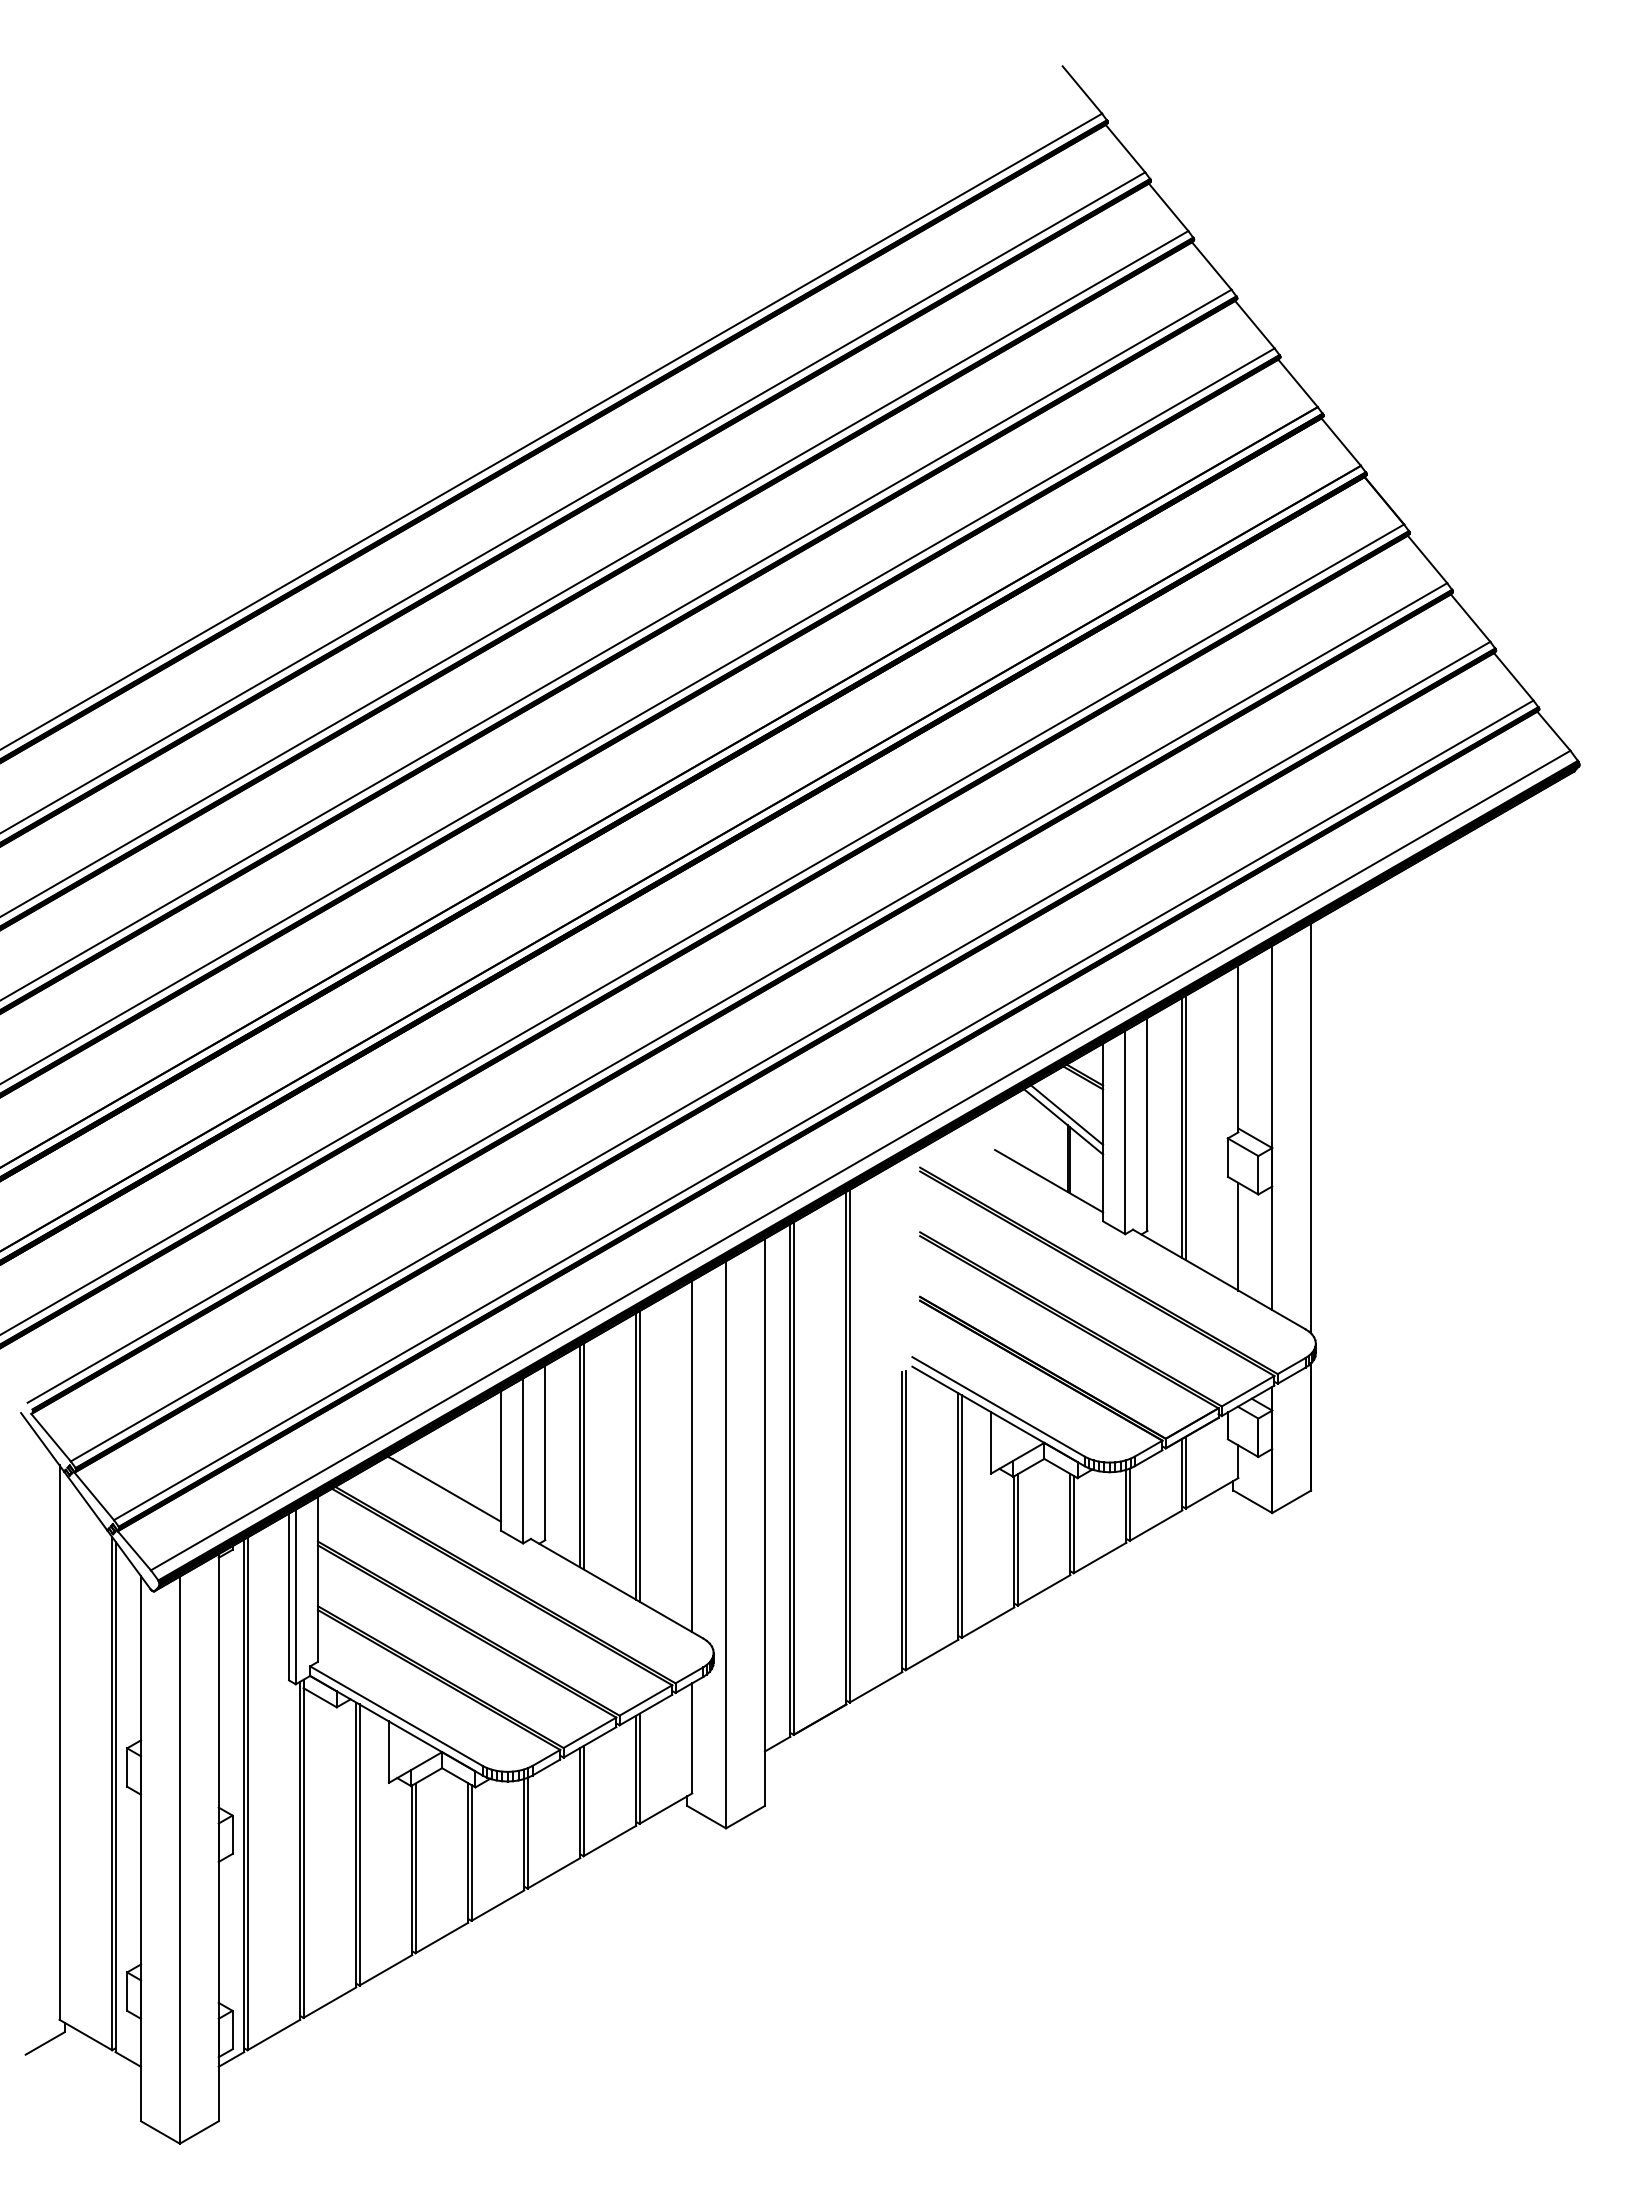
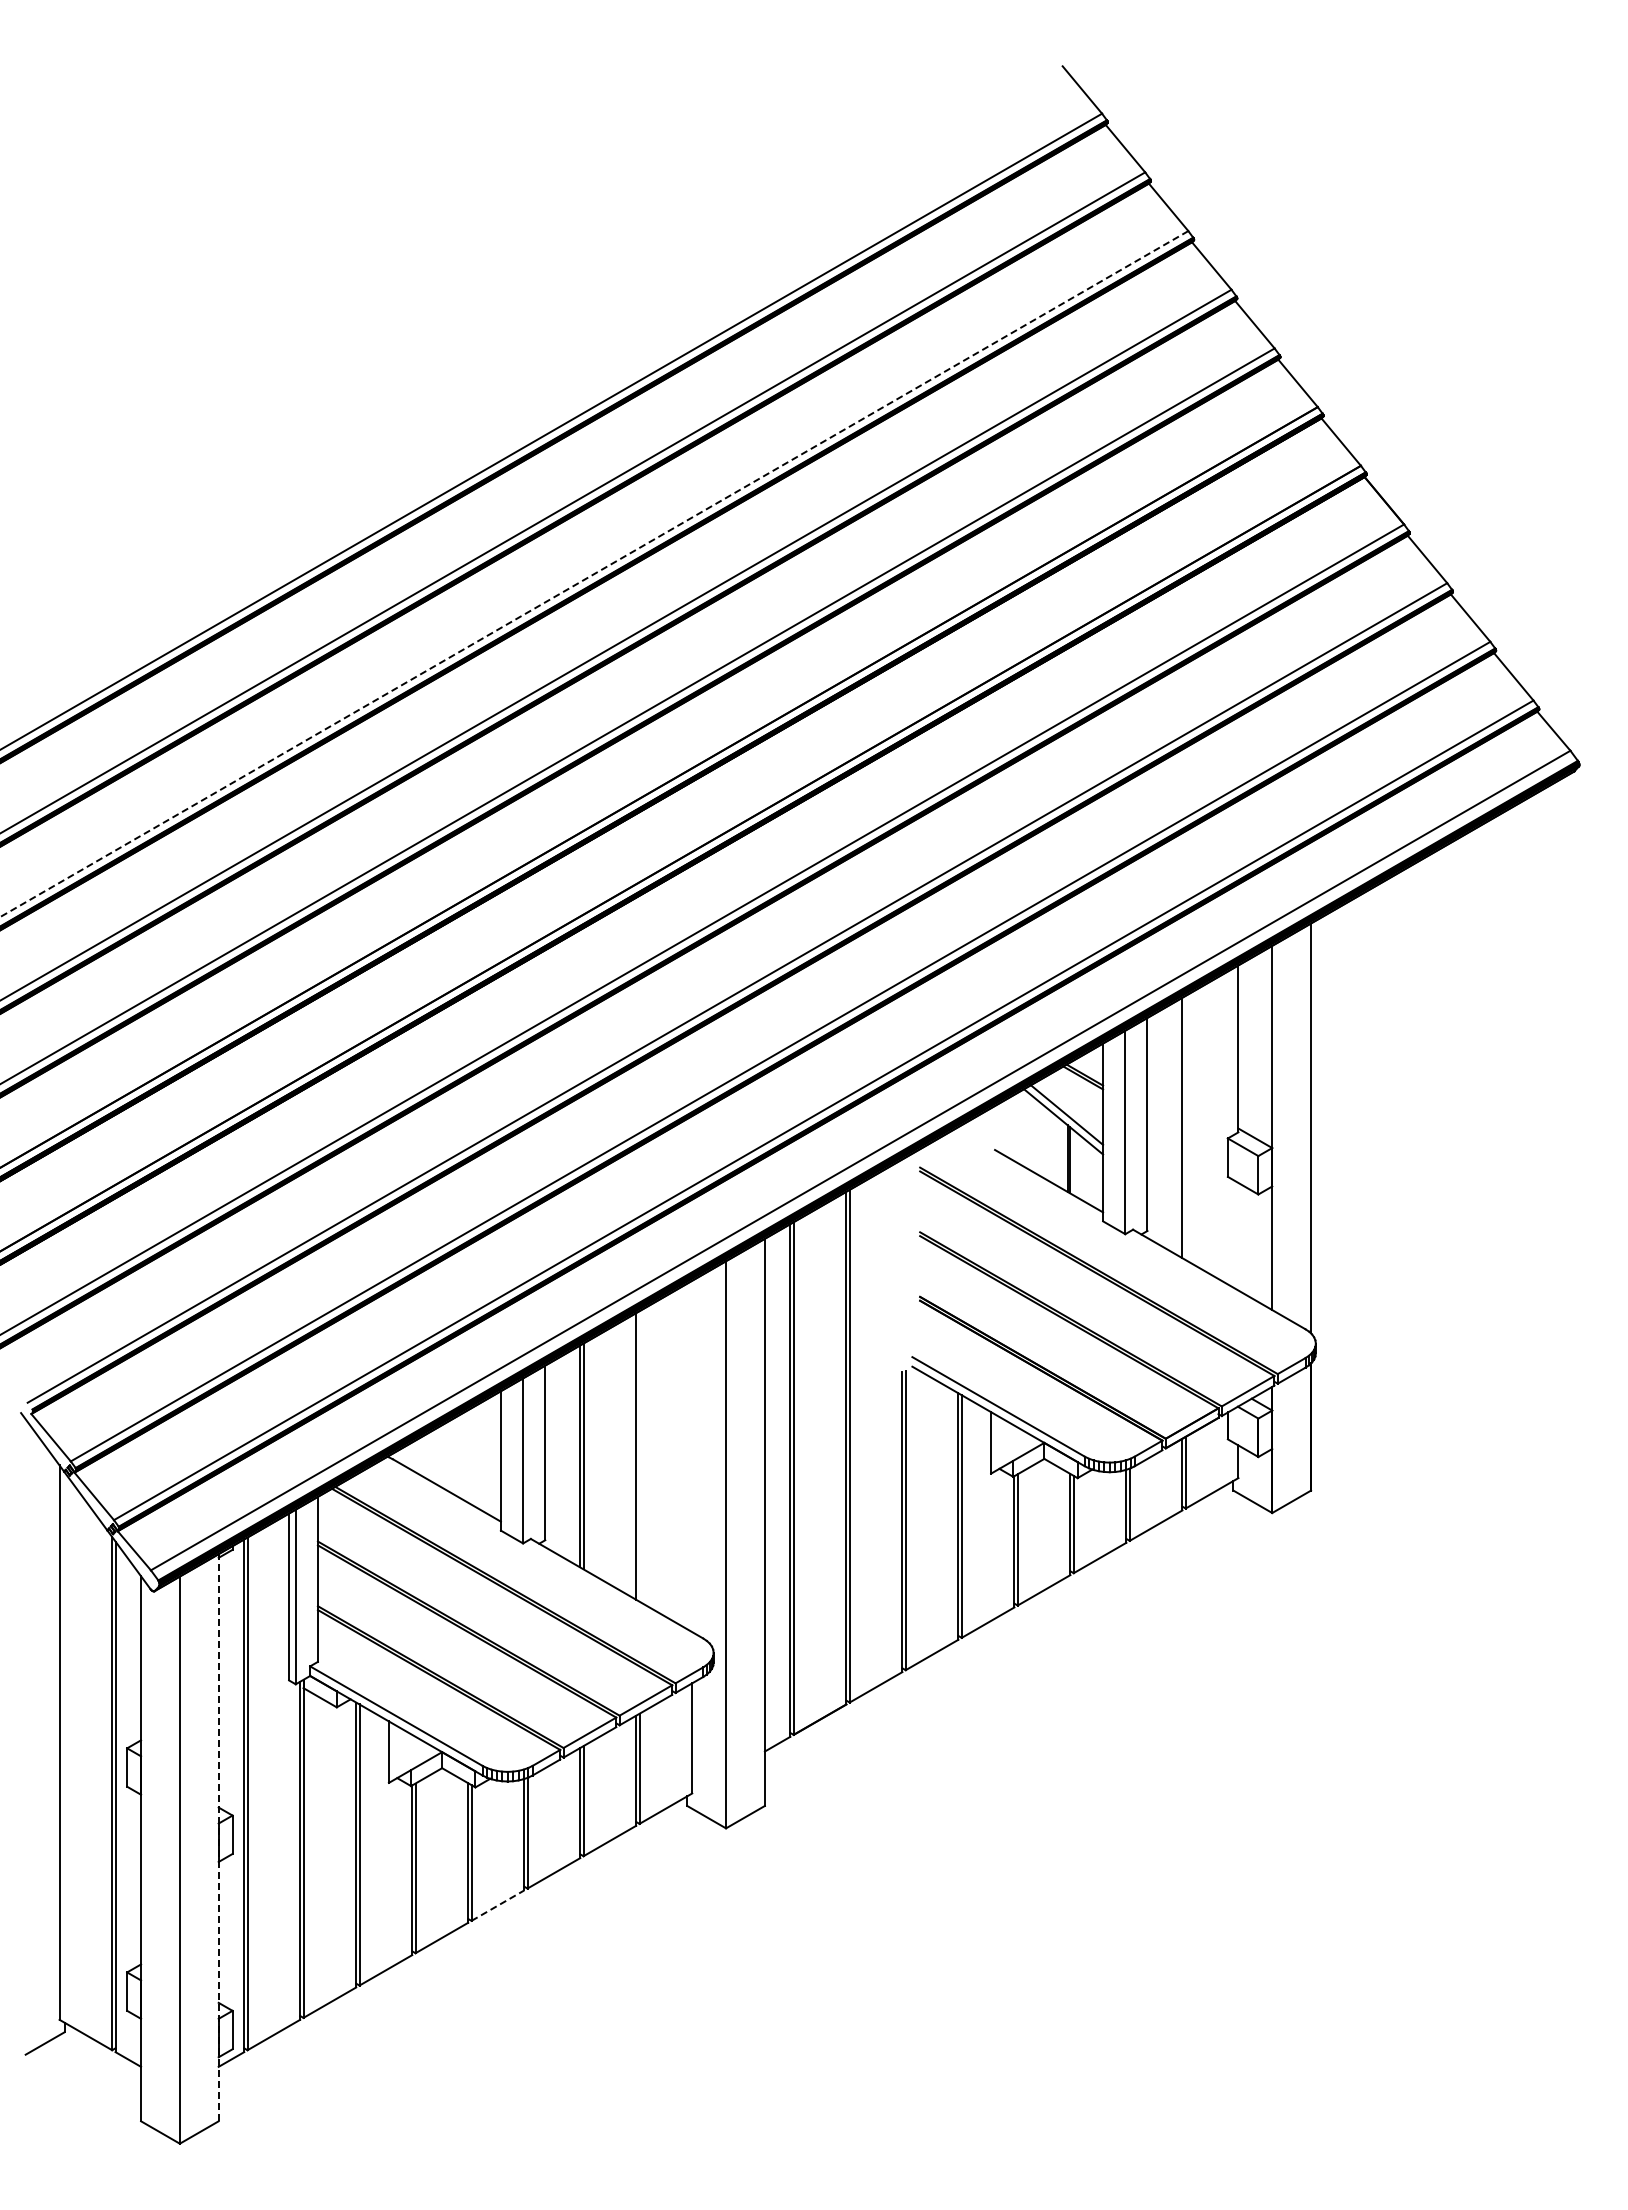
line at (594, 573): solid -> dashed
line at (1185, 1127): present -> none
line at (1238, 1236): present -> none
line at (639, 1456): present -> none
line at (692, 1456): present -> none
line at (218, 1837): solid -> dashed
line at (498, 1905): solid -> dashed
